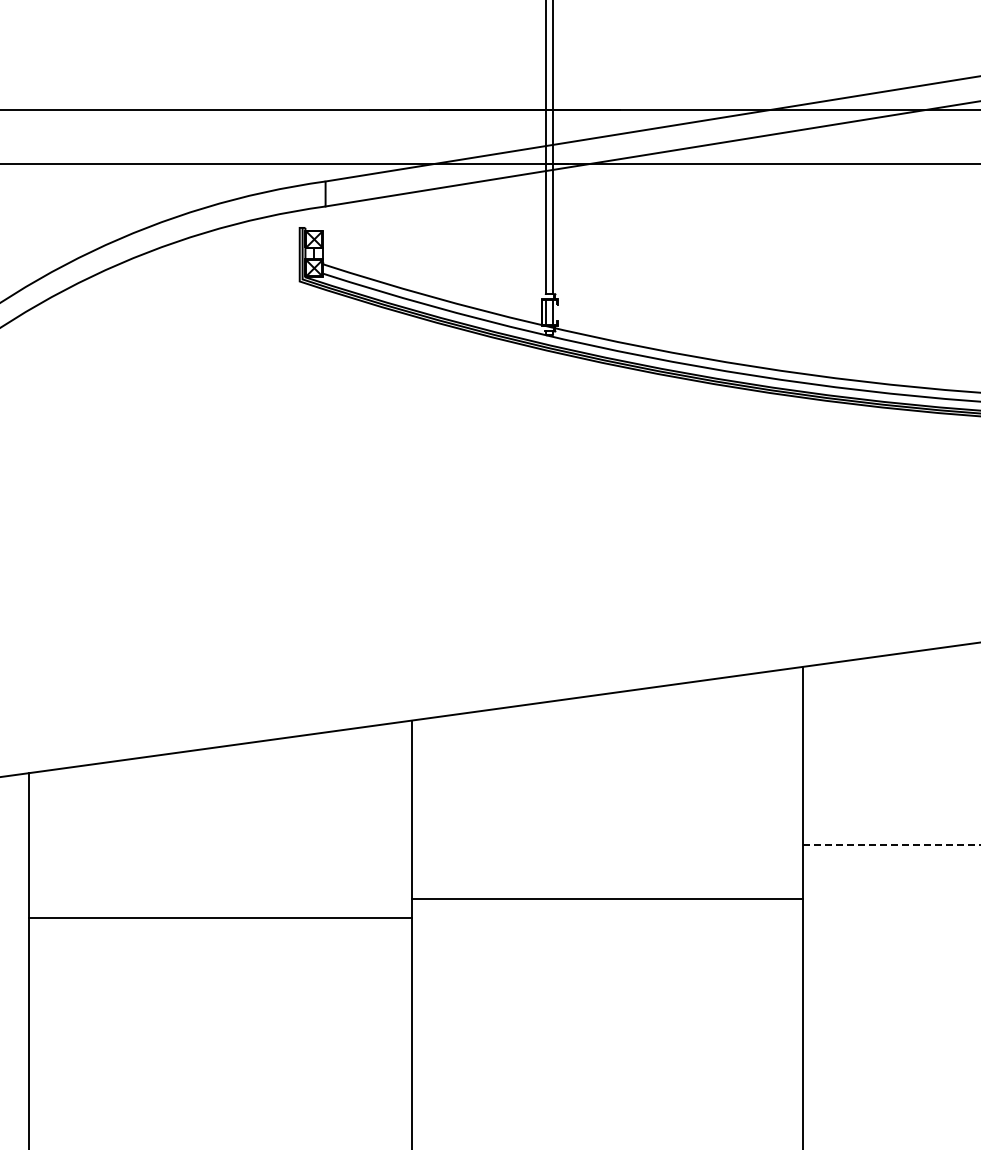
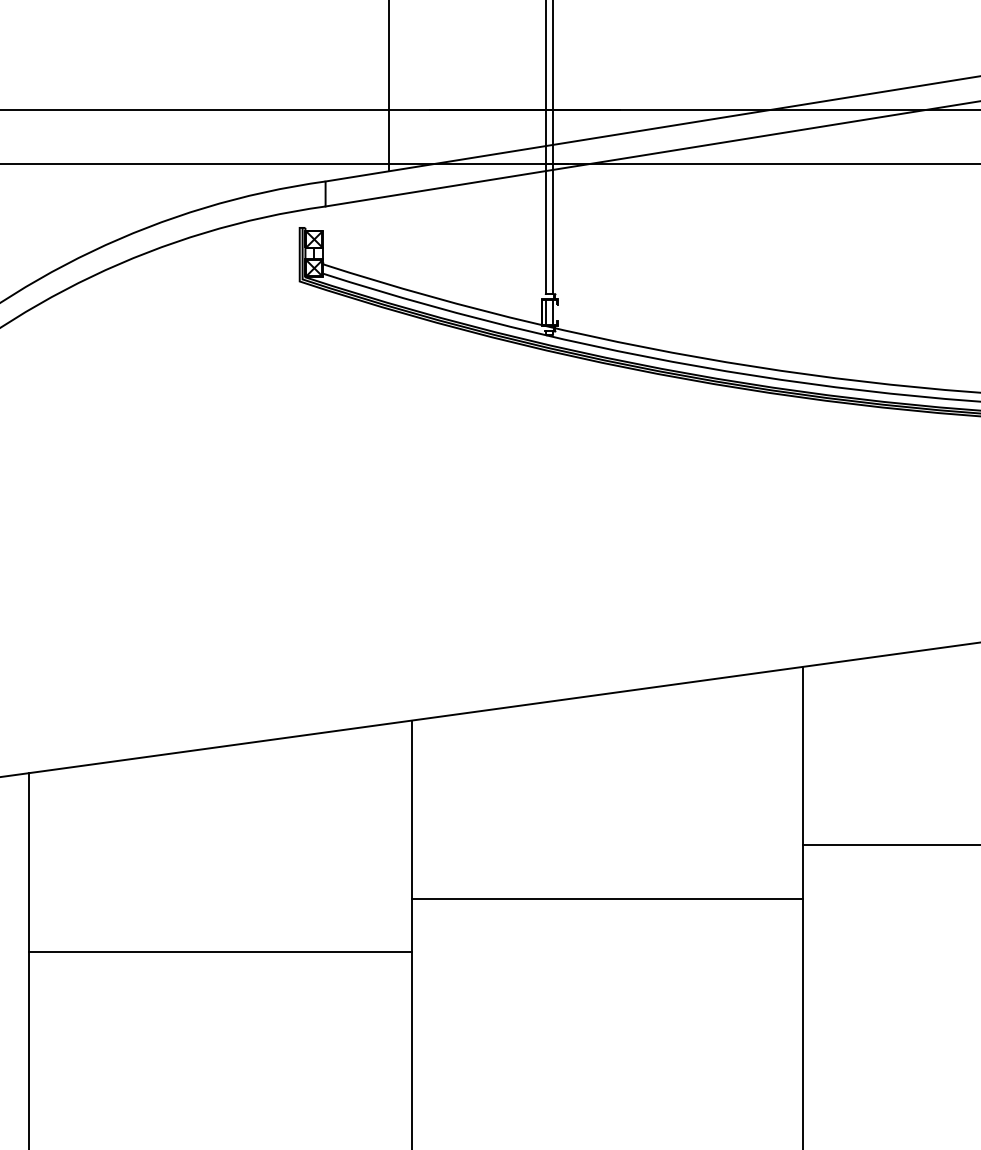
line at (389, 86): none -> present
line at (891, 845): dashed -> solid
line at (220, 917) position: (220, 917) -> (220, 951)
